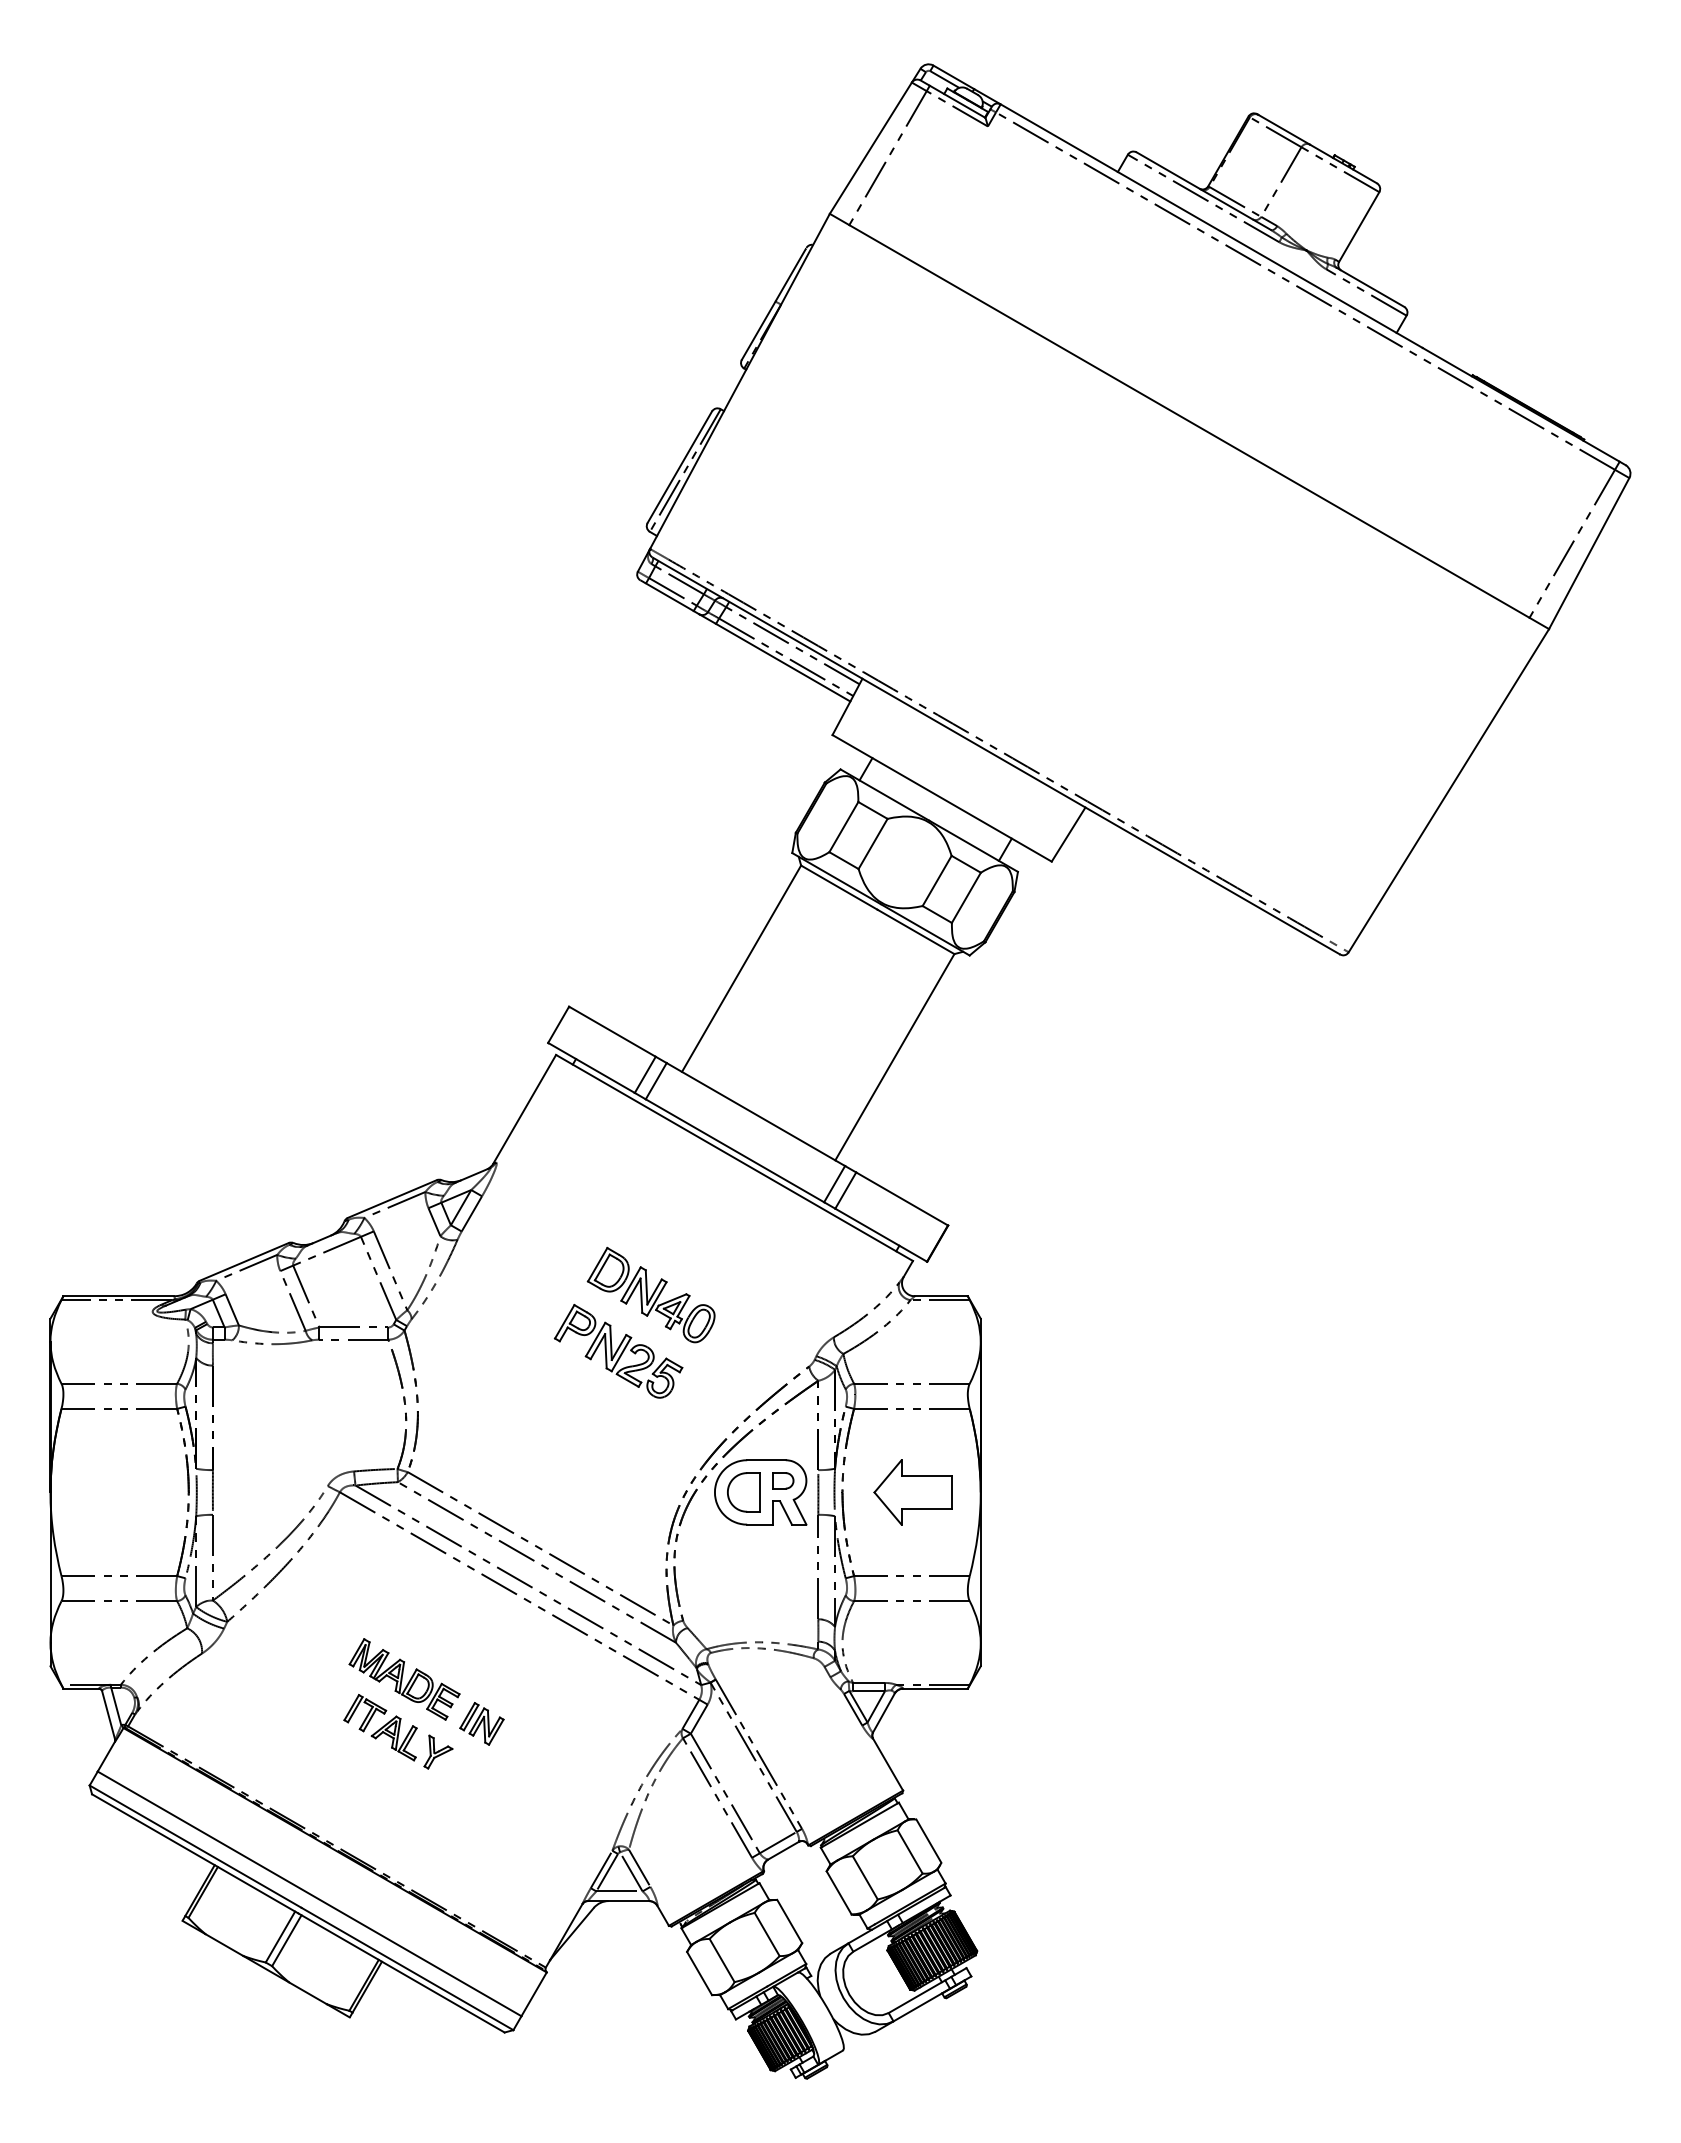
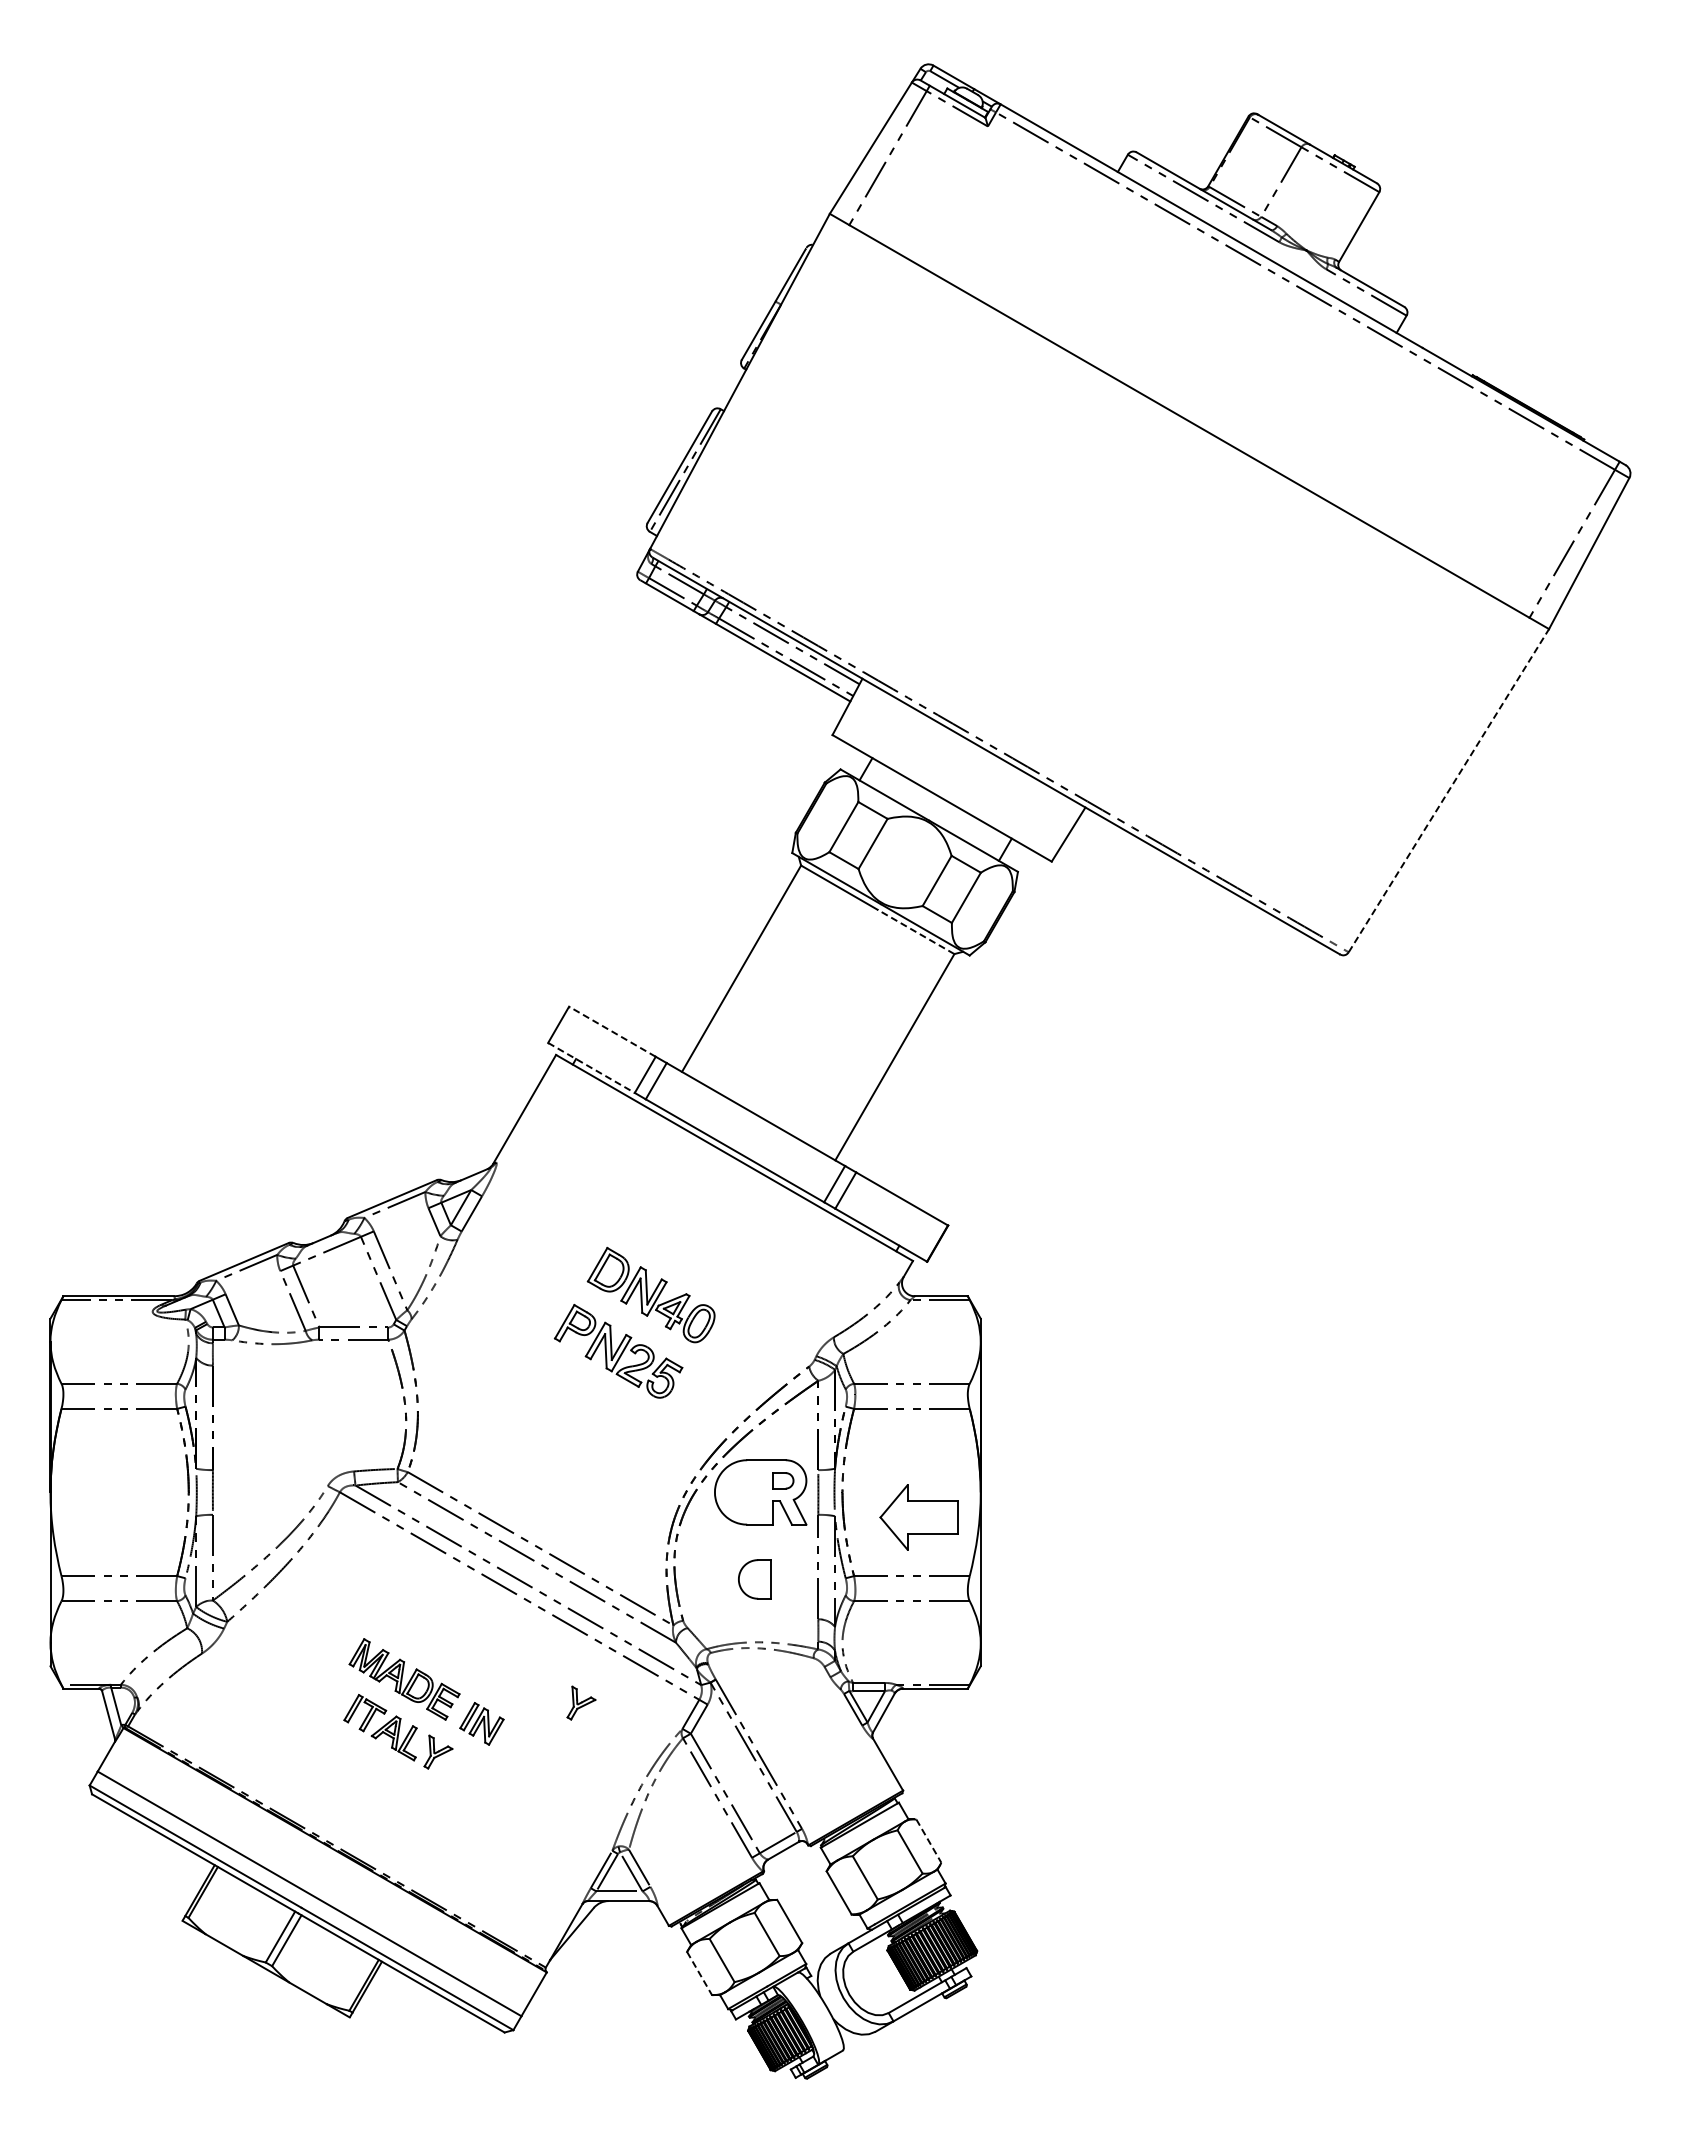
line at (1449, 790): solid -> dashed
line at (915, 931): solid -> dashed
line at (612, 1031): solid -> dashed
line at (591, 1068): solid -> dashed
part at (743, 1492) position: (743, 1492) -> (754, 1579)
part at (912, 1492) position: (912, 1492) -> (918, 1517)
part at (581, 1702): none -> present
line at (928, 1841): solid -> dashed
line at (699, 1973): solid -> dashed
